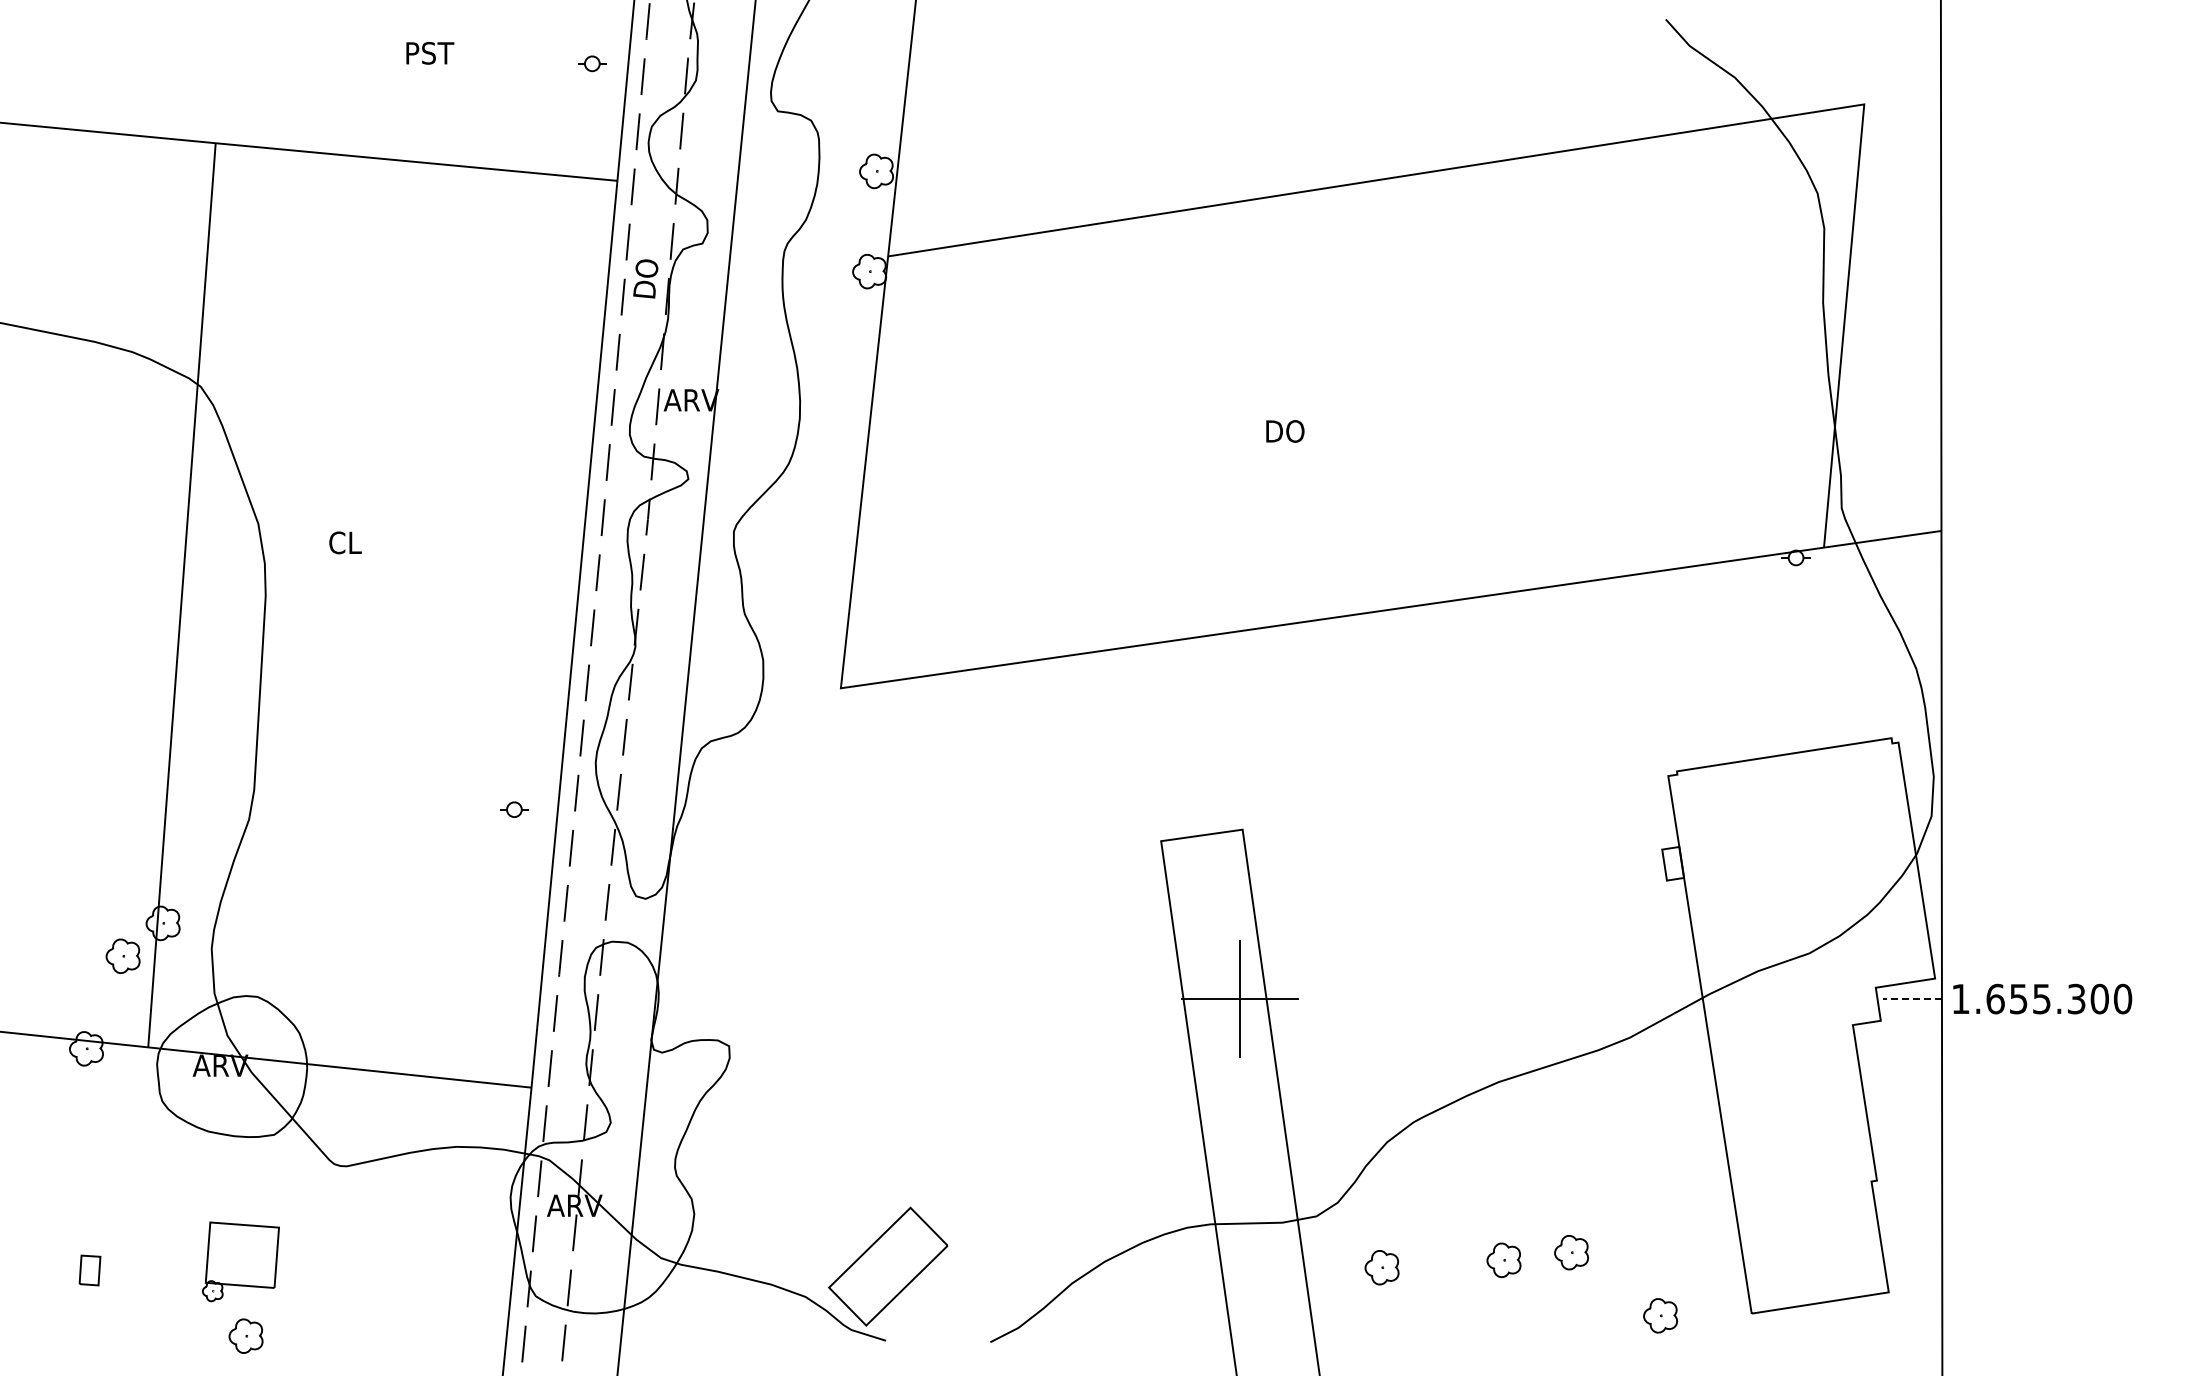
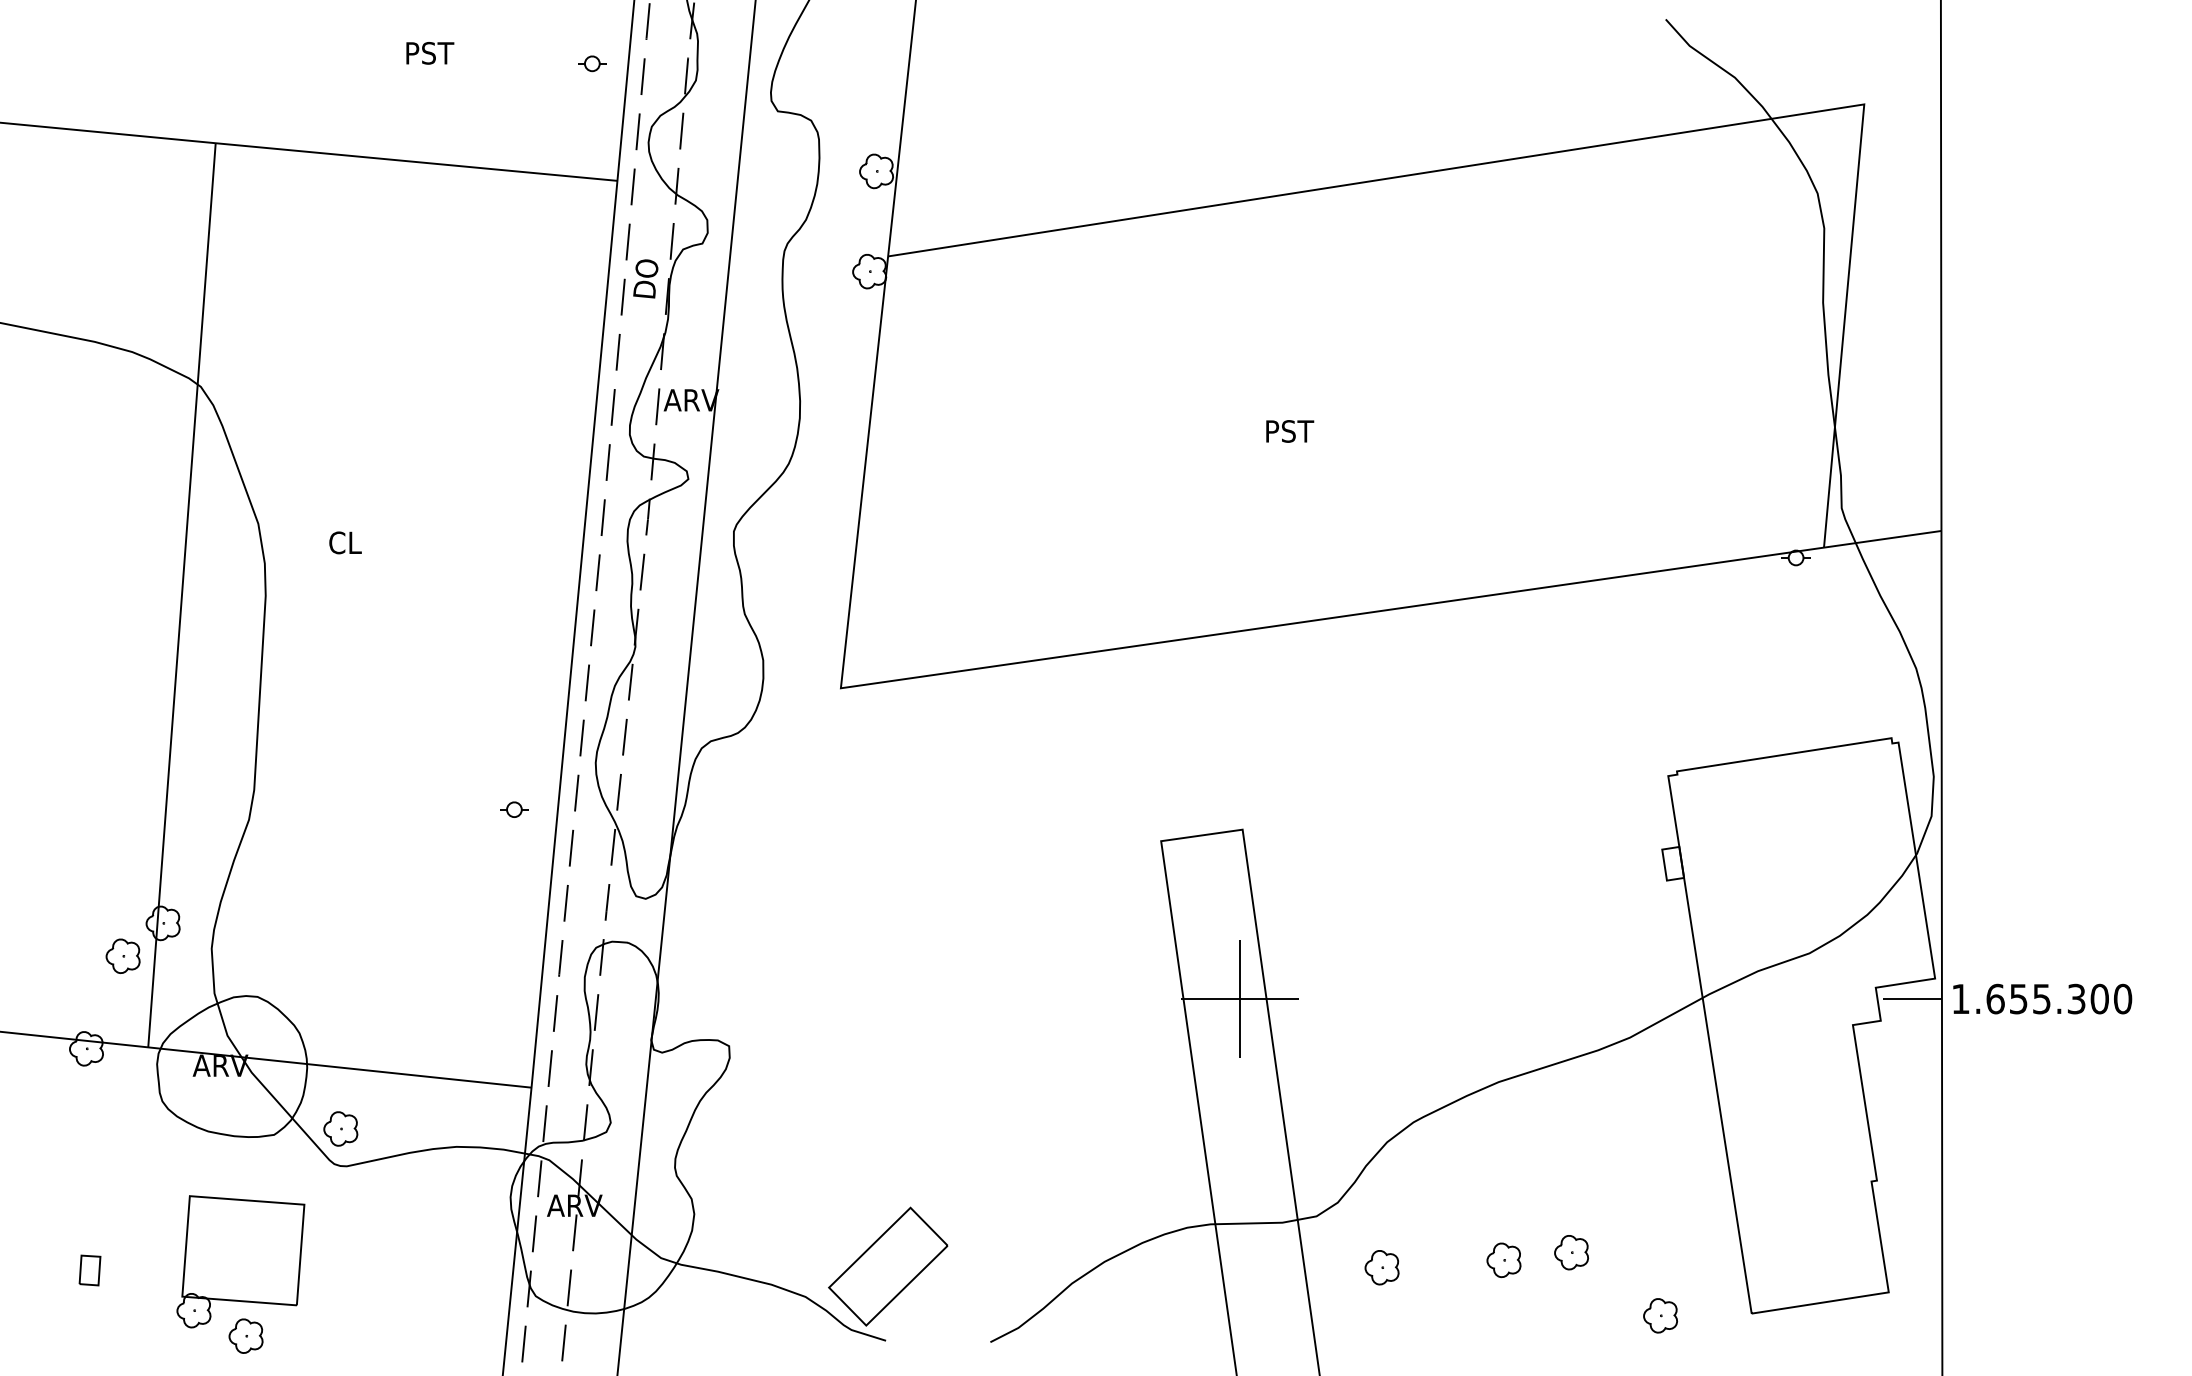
text at (1291, 431): DO -> PST
line at (1912, 999): dashed -> solid
part at (340, 1128): none -> present
part at (240, 1261) size: 78x82 px -> 130x134 px
